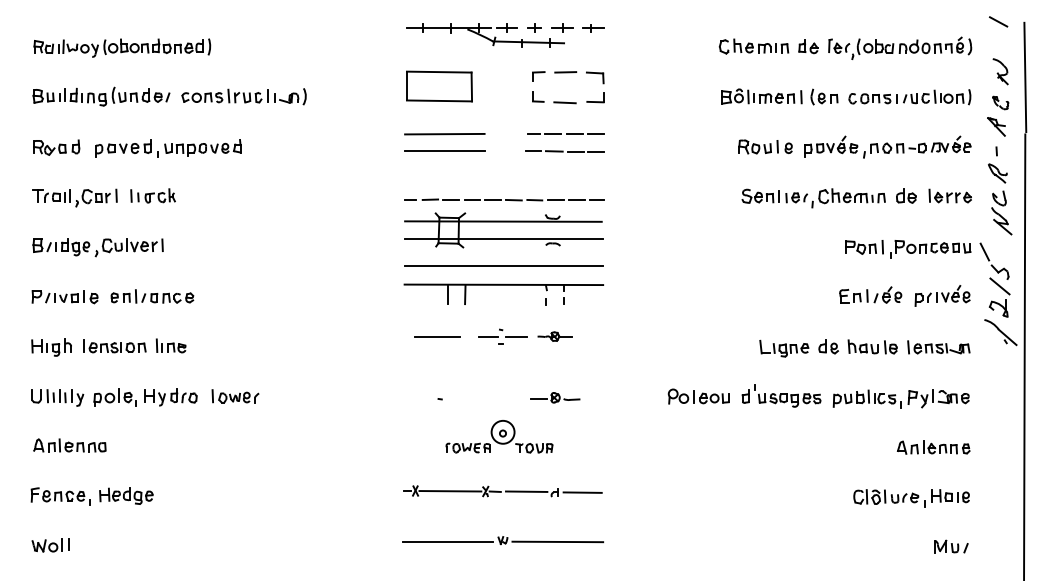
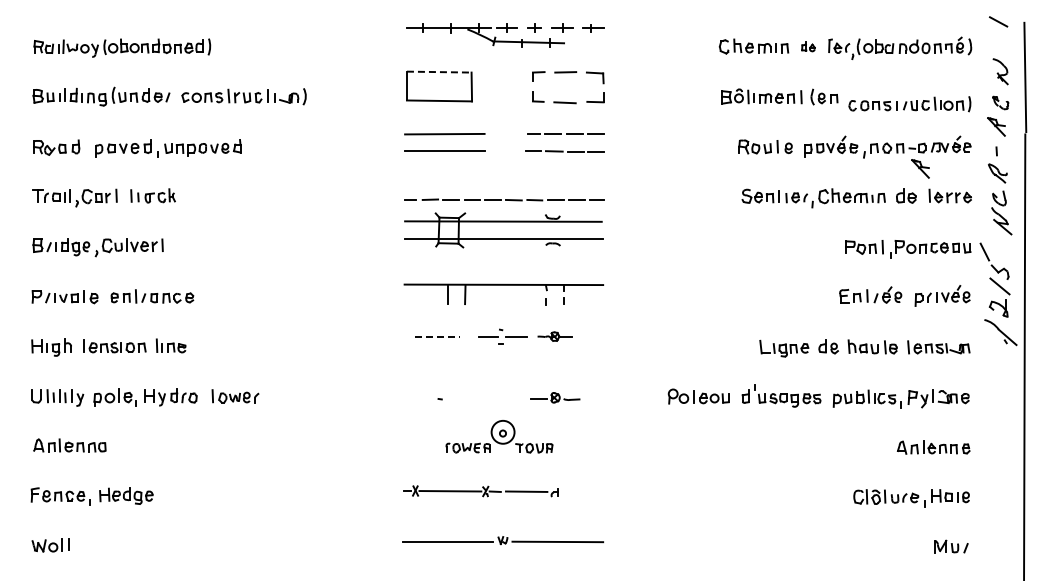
part at (808, 46) size: 21x16 px -> 15x12 px
line at (439, 72): solid -> dashed
part at (909, 97) position: (909, 97) -> (909, 104)
part at (920, 168): none -> present
line at (503, 266): present -> none
line at (437, 336): solid -> dashed
line at (582, 492): present -> none
